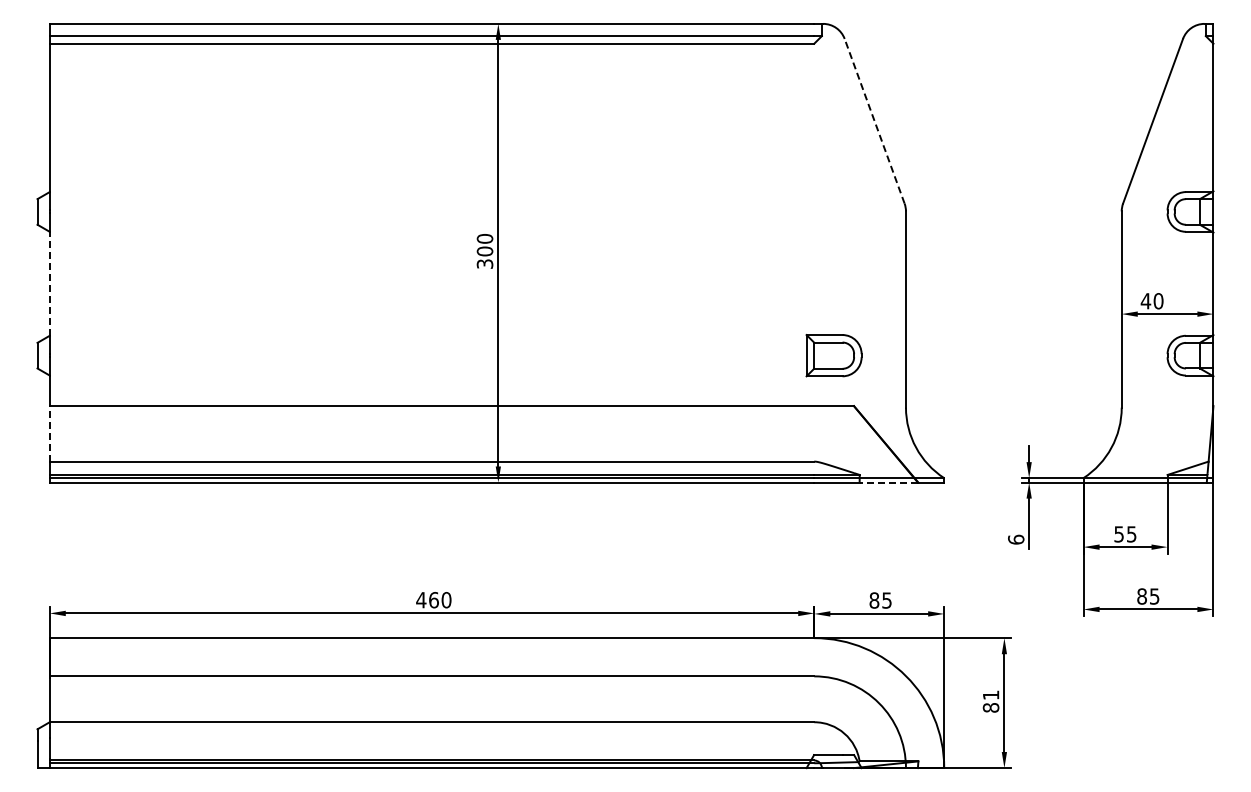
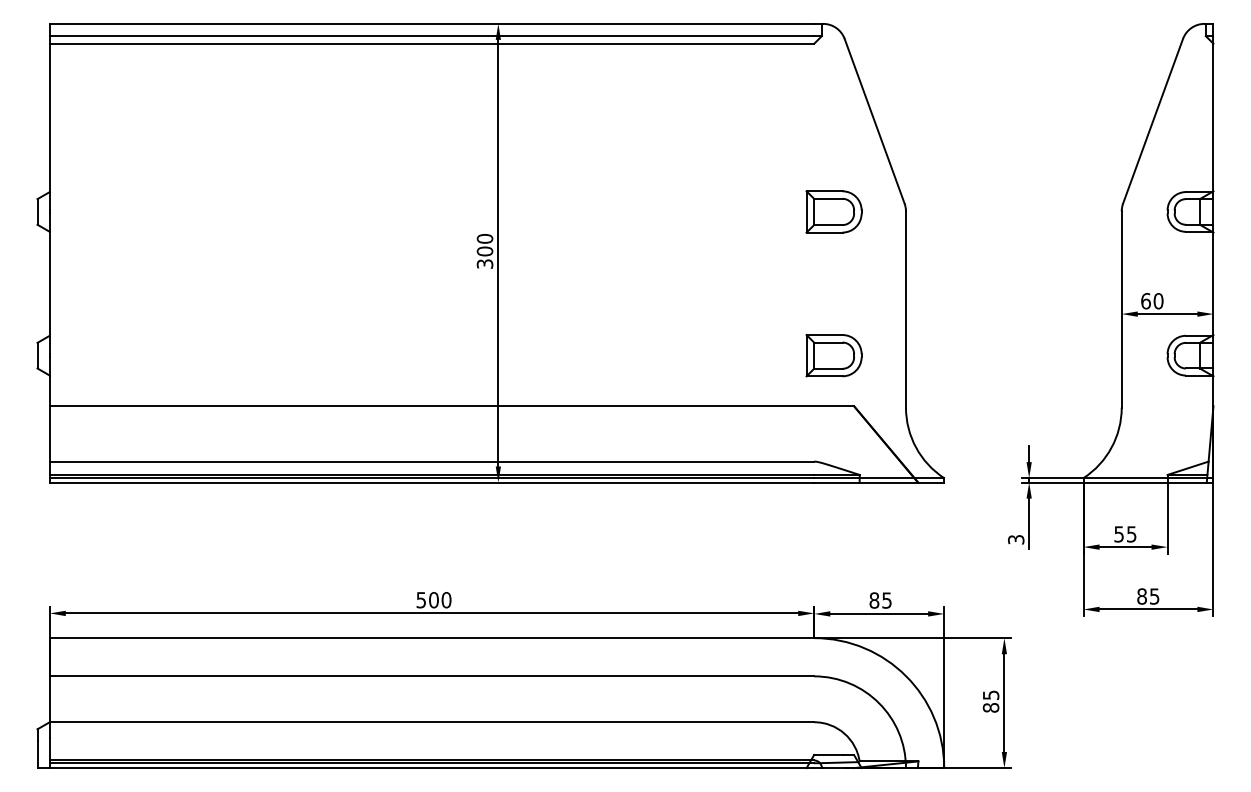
line at (874, 121): dashed -> solid
part at (833, 211): none -> present
line at (49, 283): dashed -> solid
text at (1145, 301): 40 -> 60
line at (49, 433): dashed -> solid
line at (888, 482): dashed -> solid
text at (1016, 539): 6 -> 3
text at (427, 600): 460 -> 500
text at (991, 694): 81 -> 85
